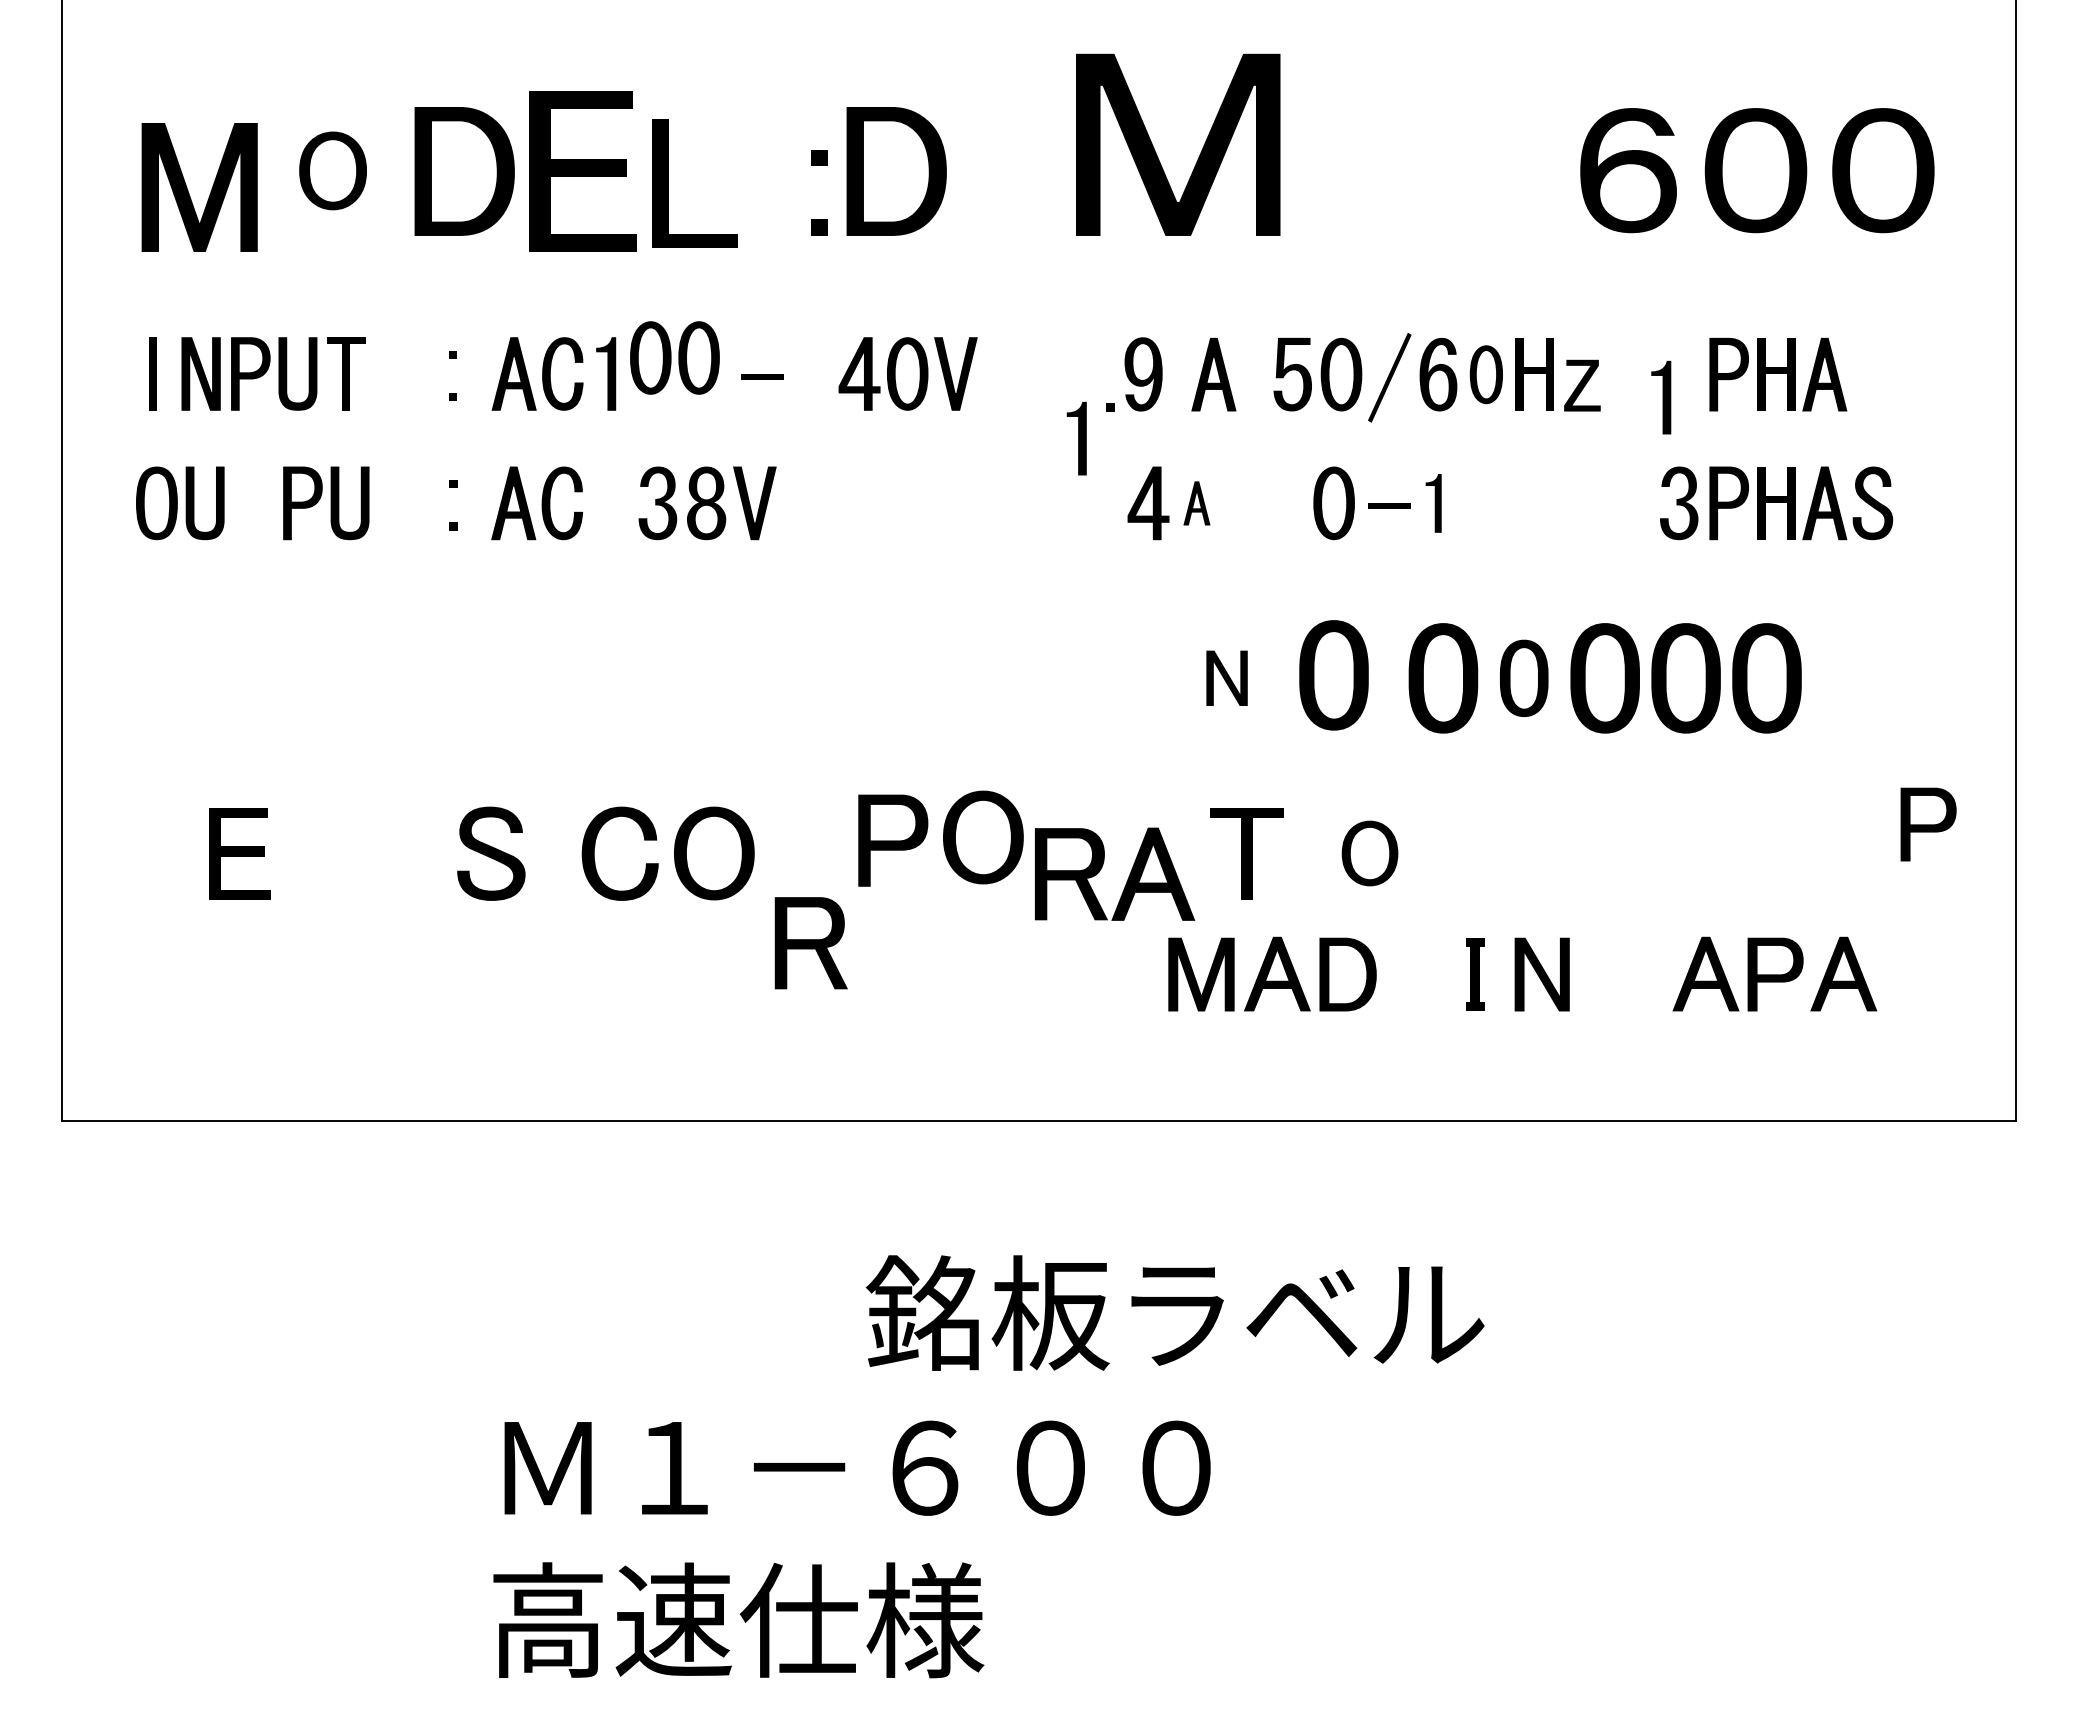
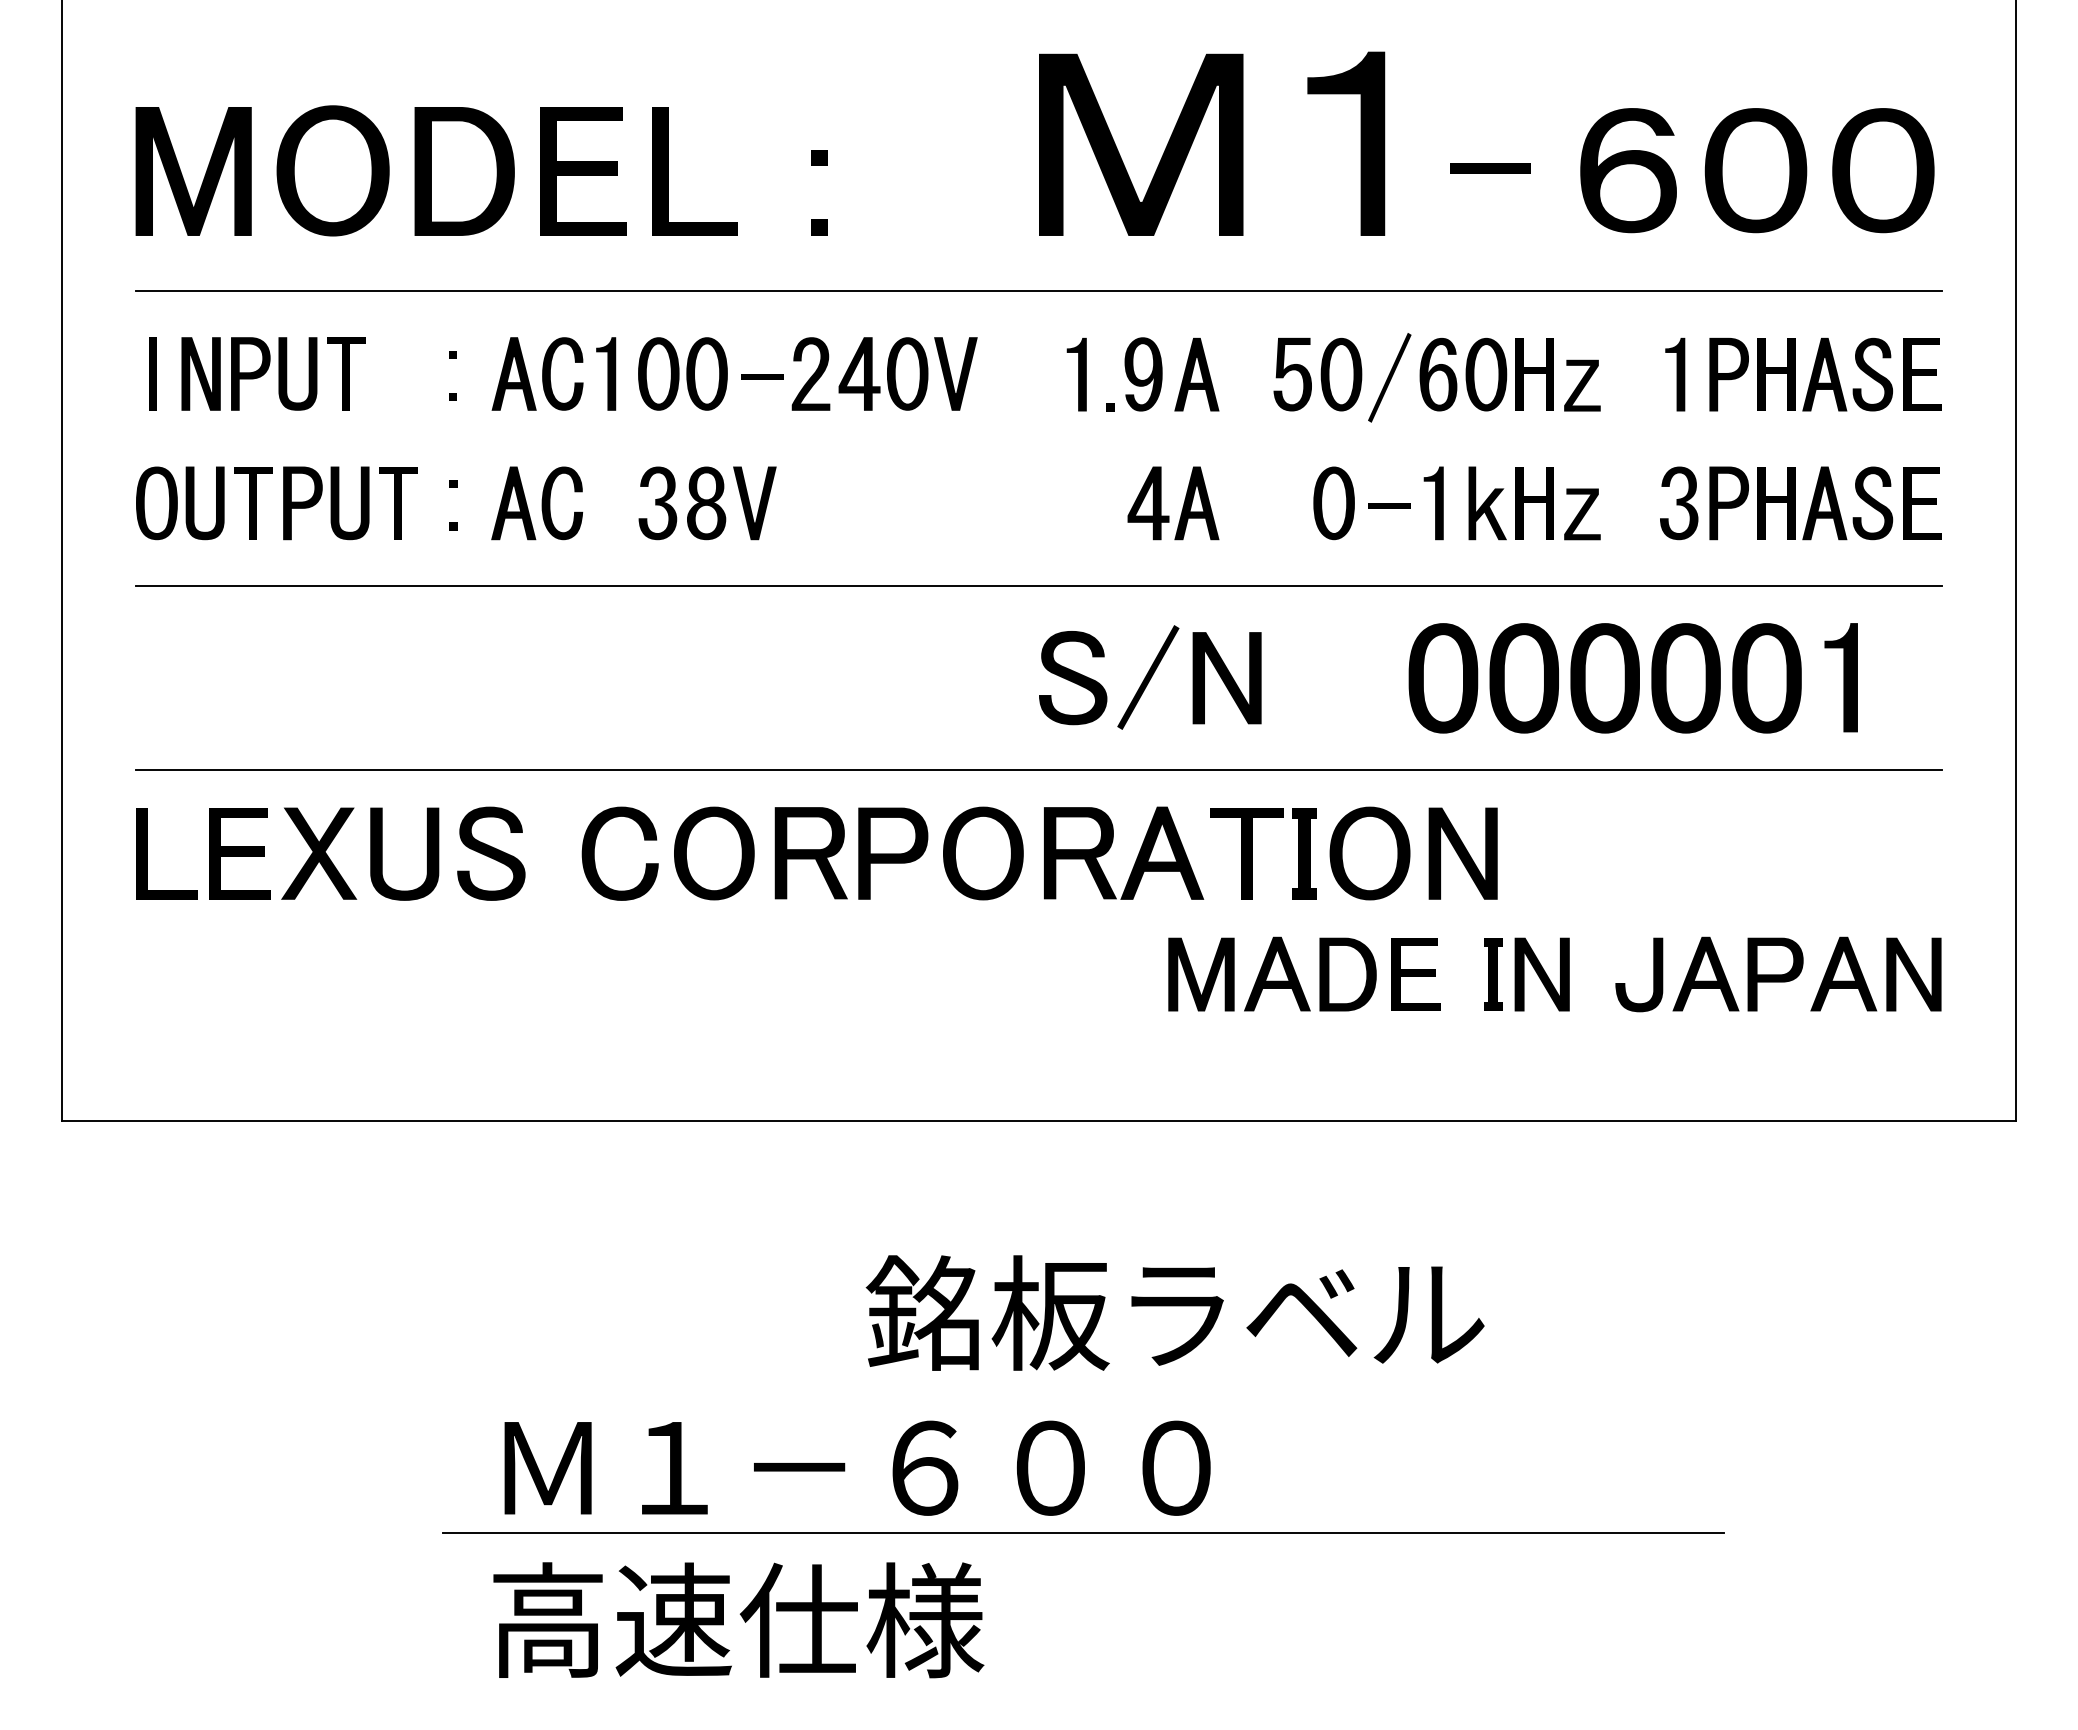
part at (1360, 143): none -> present
part at (1199, 154) position: (1199, 154) -> (1162, 154)
fill at (1490, 168): none -> present
part at (332, 170) size: 68x80 px -> 114x132 px
part at (582, 171) size: 108x161 px -> 87x129 px
part at (896, 171): present -> none
part at (668, 183) position: (668, 183) -> (668, 171)
part at (188, 190) position: (188, 190) -> (182, 174)
line at (1038, 291): none -> present
part at (674, 357) position: (674, 357) -> (682, 373)
fill at (810, 373): none -> present
part at (1213, 374) position: (1213, 374) -> (1196, 374)
part at (1485, 374) size: 34x60 px -> 43x74 px
fill at (1872, 374): none -> present
fill at (1922, 374): none -> present
part at (1661, 397) position: (1661, 397) -> (1675, 374)
part at (1076, 438) position: (1076, 438) -> (1076, 374)
fill at (253, 503): none -> present
part at (398, 503): none -> present
part at (1196, 503) size: 28x45 px -> 46x75 px
part at (1433, 503) size: 17x59 px -> 21x75 px
fill at (1487, 503): none -> present
fill at (1534, 503): none -> present
part at (1922, 503): none -> present
fill at (1582, 514): none -> present
line at (1038, 586): none -> present
part at (1333, 675): present -> none
fill at (1072, 677): none -> present
fill at (1148, 677): none -> present
part at (1226, 677) size: 42x56 px -> 70x93 px
part at (1524, 677) size: 49x78 px -> 70x111 px
fill at (1840, 677): none -> present
line at (1038, 770): none -> present
part at (1928, 824): present -> none
part at (983, 837) position: (983, 837) -> (983, 853)
part at (893, 840) position: (893, 840) -> (893, 853)
part at (147, 853): none -> present
fill at (318, 853): none -> present
fill at (404, 853): none -> present
fill at (1304, 853): none -> present
part at (1369, 853) size: 58x67 px -> 82x95 px
fill at (1462, 853): none -> present
part at (1128, 876) position: (1128, 876) -> (1137, 855)
part at (810, 943) position: (810, 943) -> (810, 853)
fill at (1415, 974): none -> present
part at (1475, 974) position: (1475, 974) -> (1493, 974)
part at (1653, 974): none -> present
fill at (1913, 974): none -> present
line at (1082, 1532): none -> present
